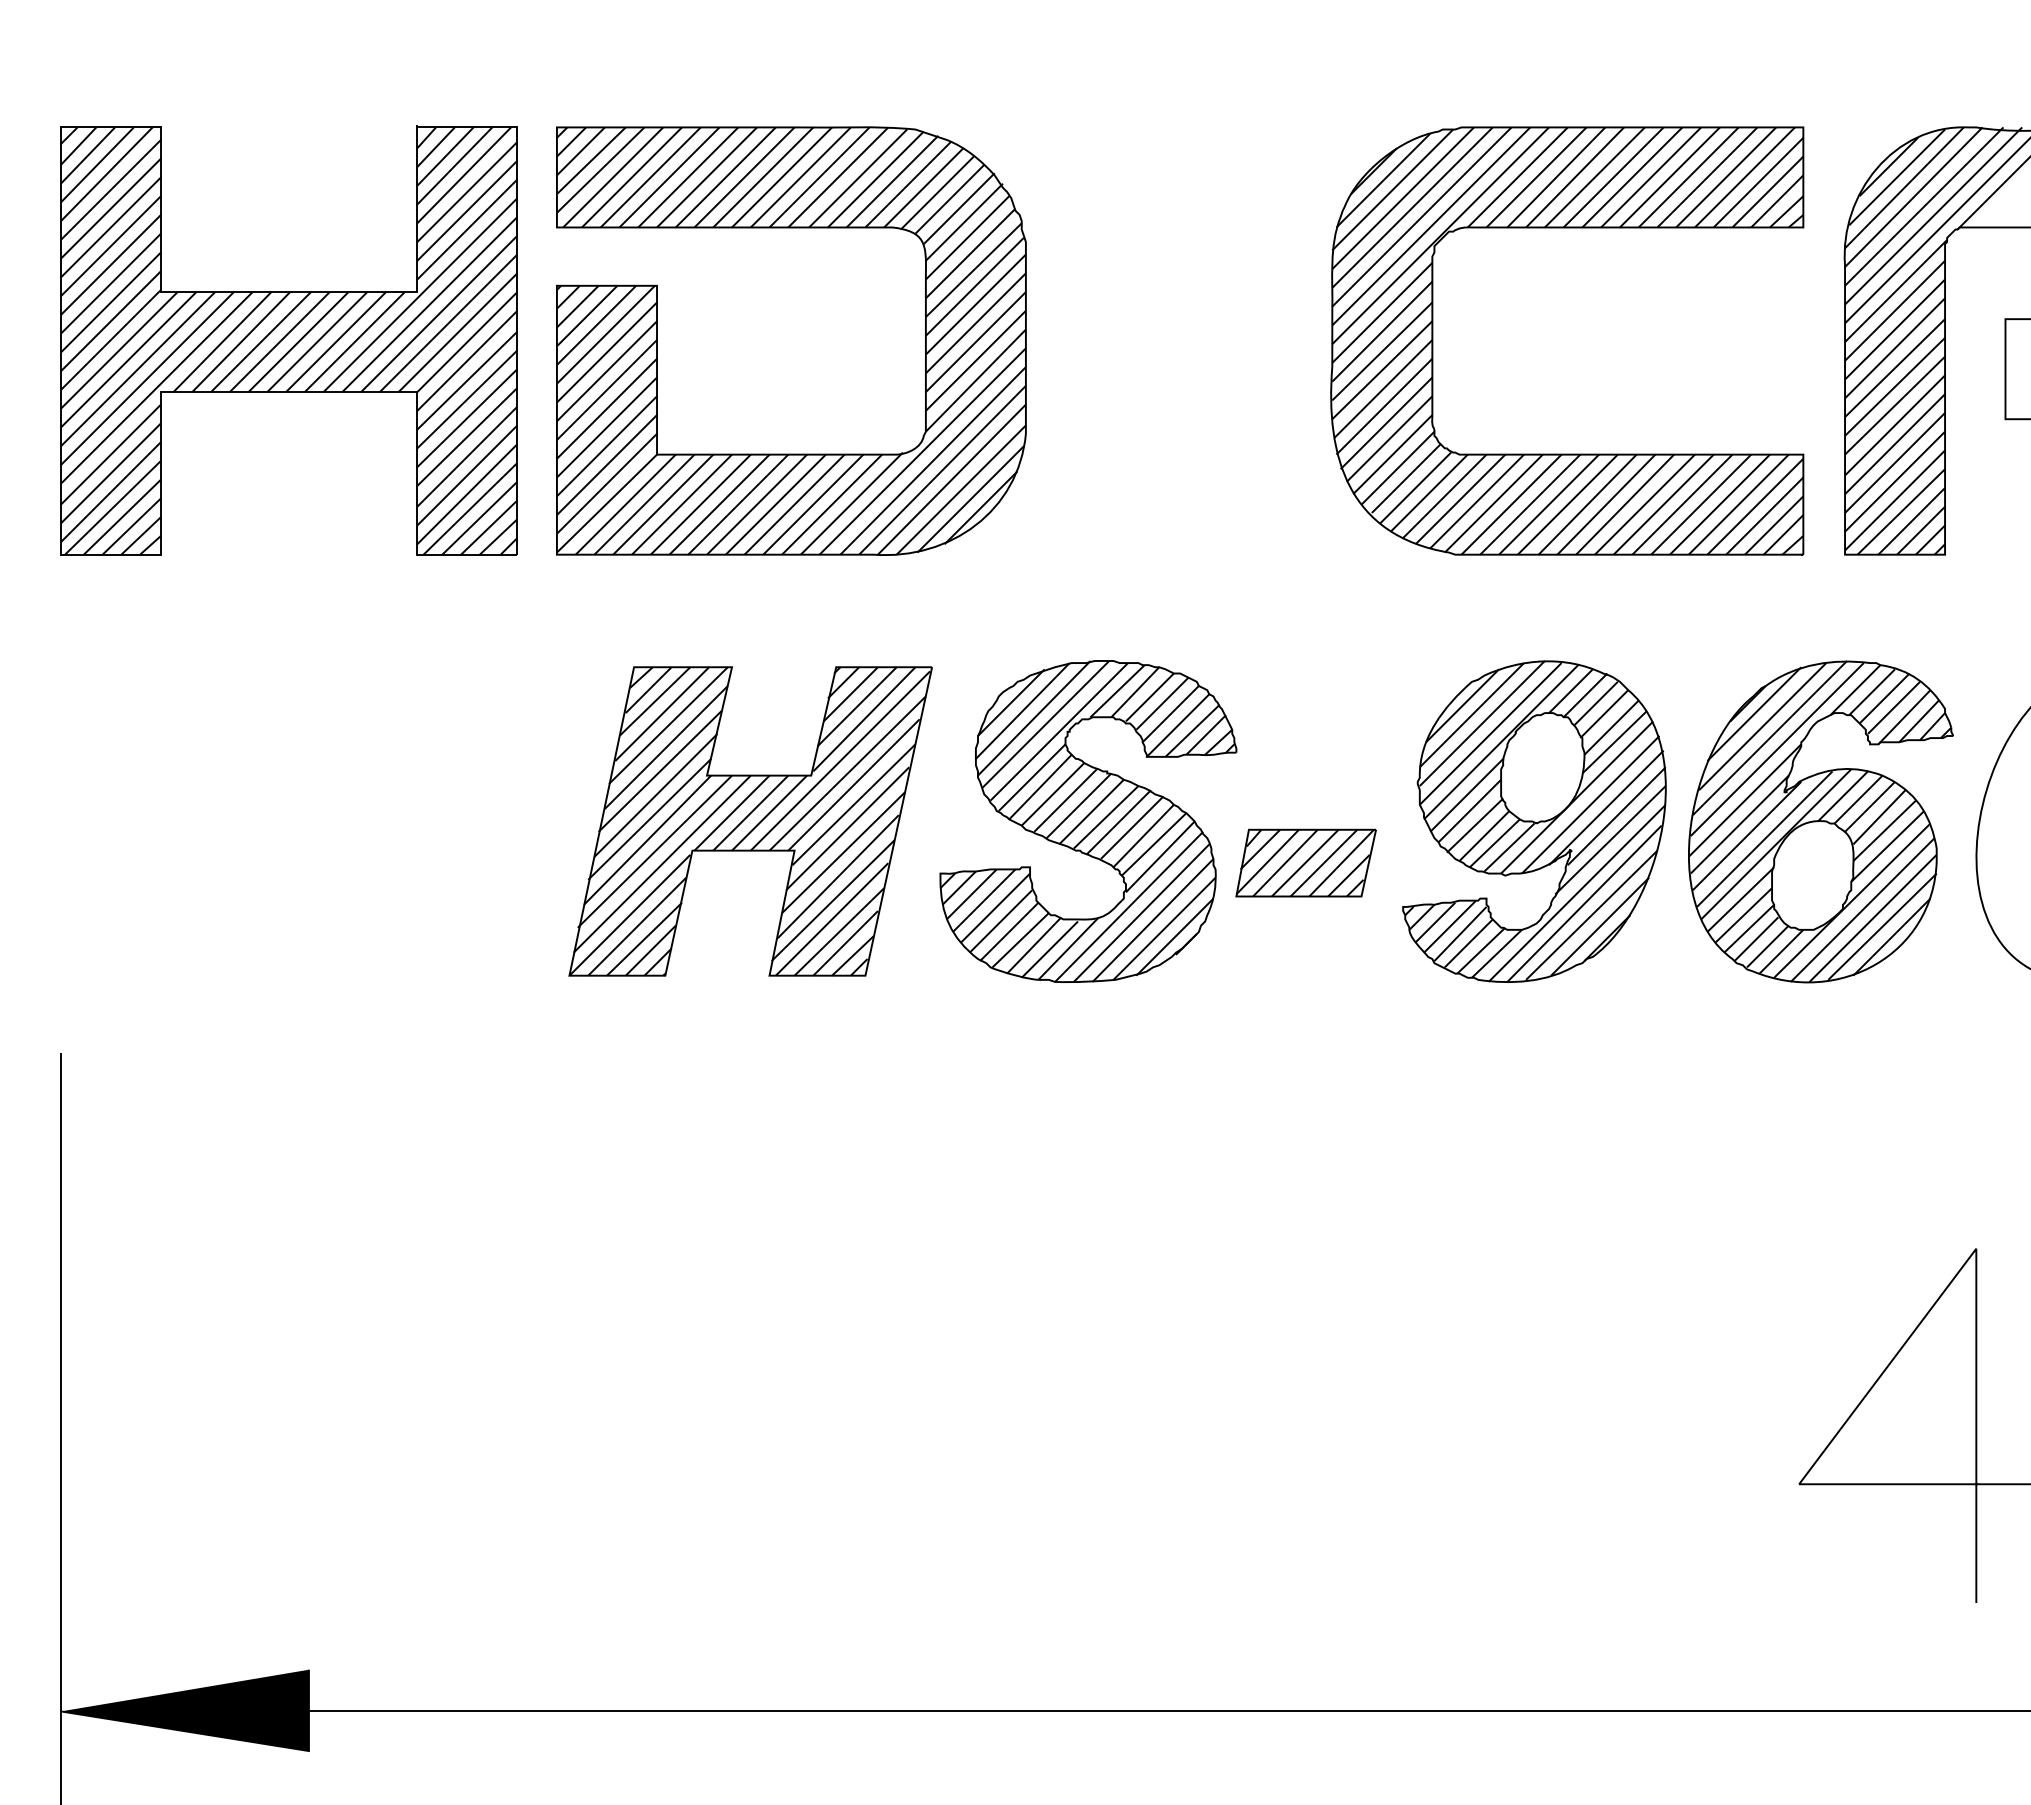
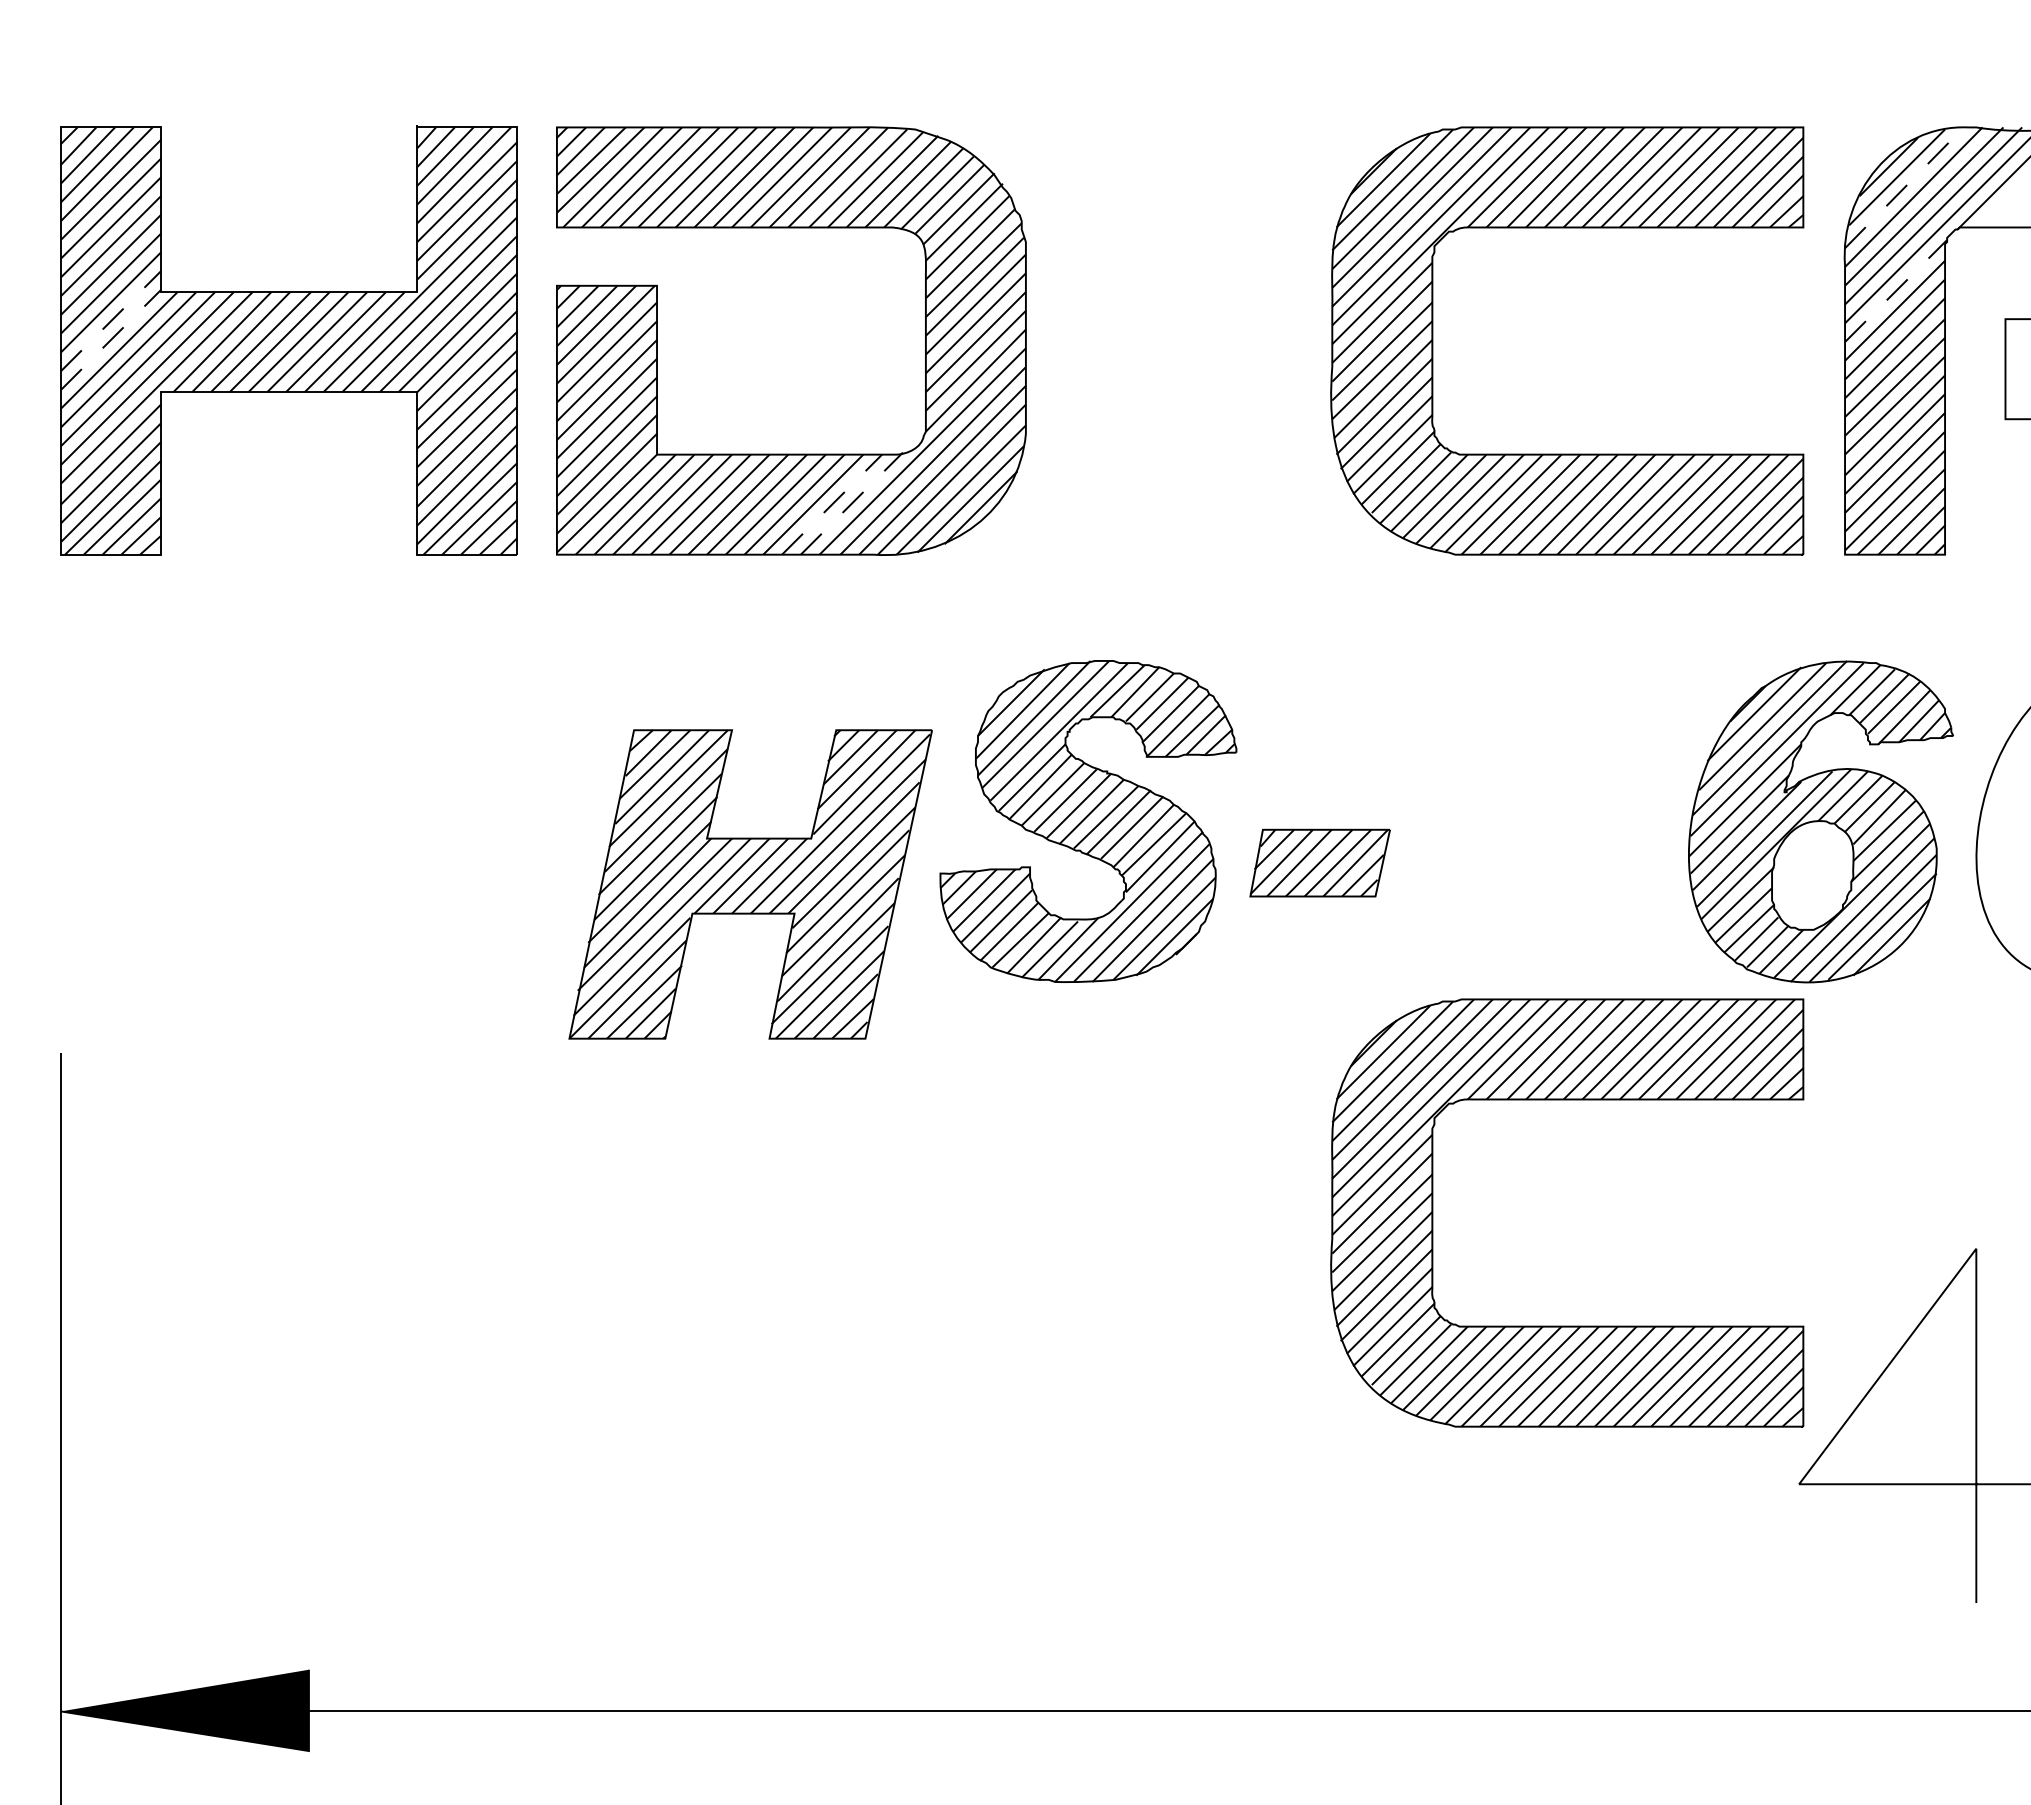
line at (1904, 187): solid -> dashed
line at (1896, 290): solid -> dashed
line at (110, 321): solid -> dashed
line at (110, 340): solid -> dashed
line at (852, 503): solid -> dashed
line at (832, 504): solid -> dashed
part at (750, 821) position: (750, 821) -> (750, 884)
part at (1534, 821): present -> none
part at (1305, 862) position: (1305, 862) -> (1319, 862)
part at (1567, 1100): none -> present
